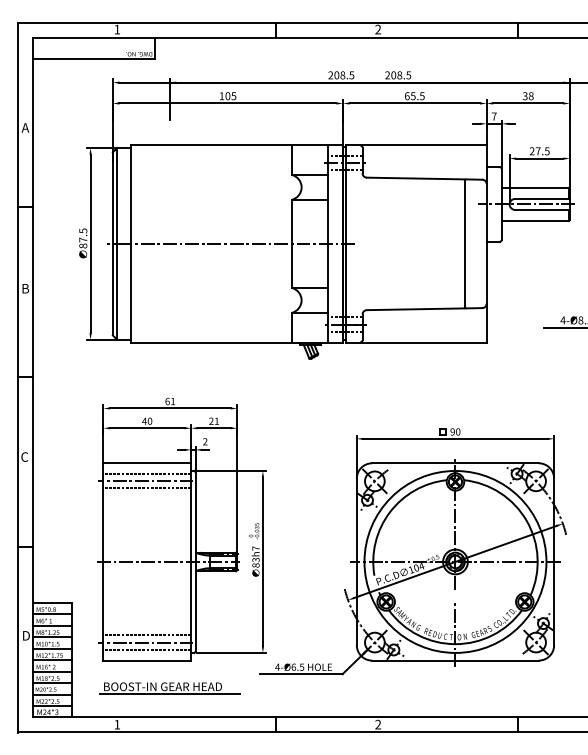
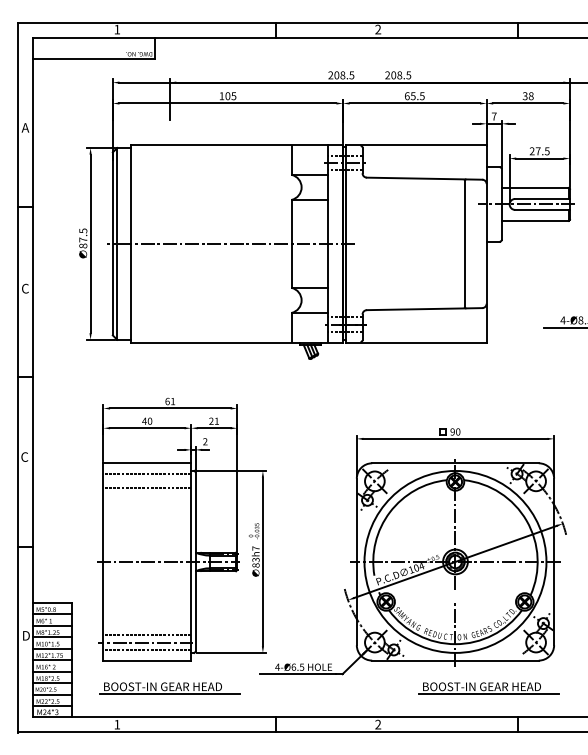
text at (25, 288): B -> C
line at (145, 481): present -> none
part at (488, 688): none -> present
